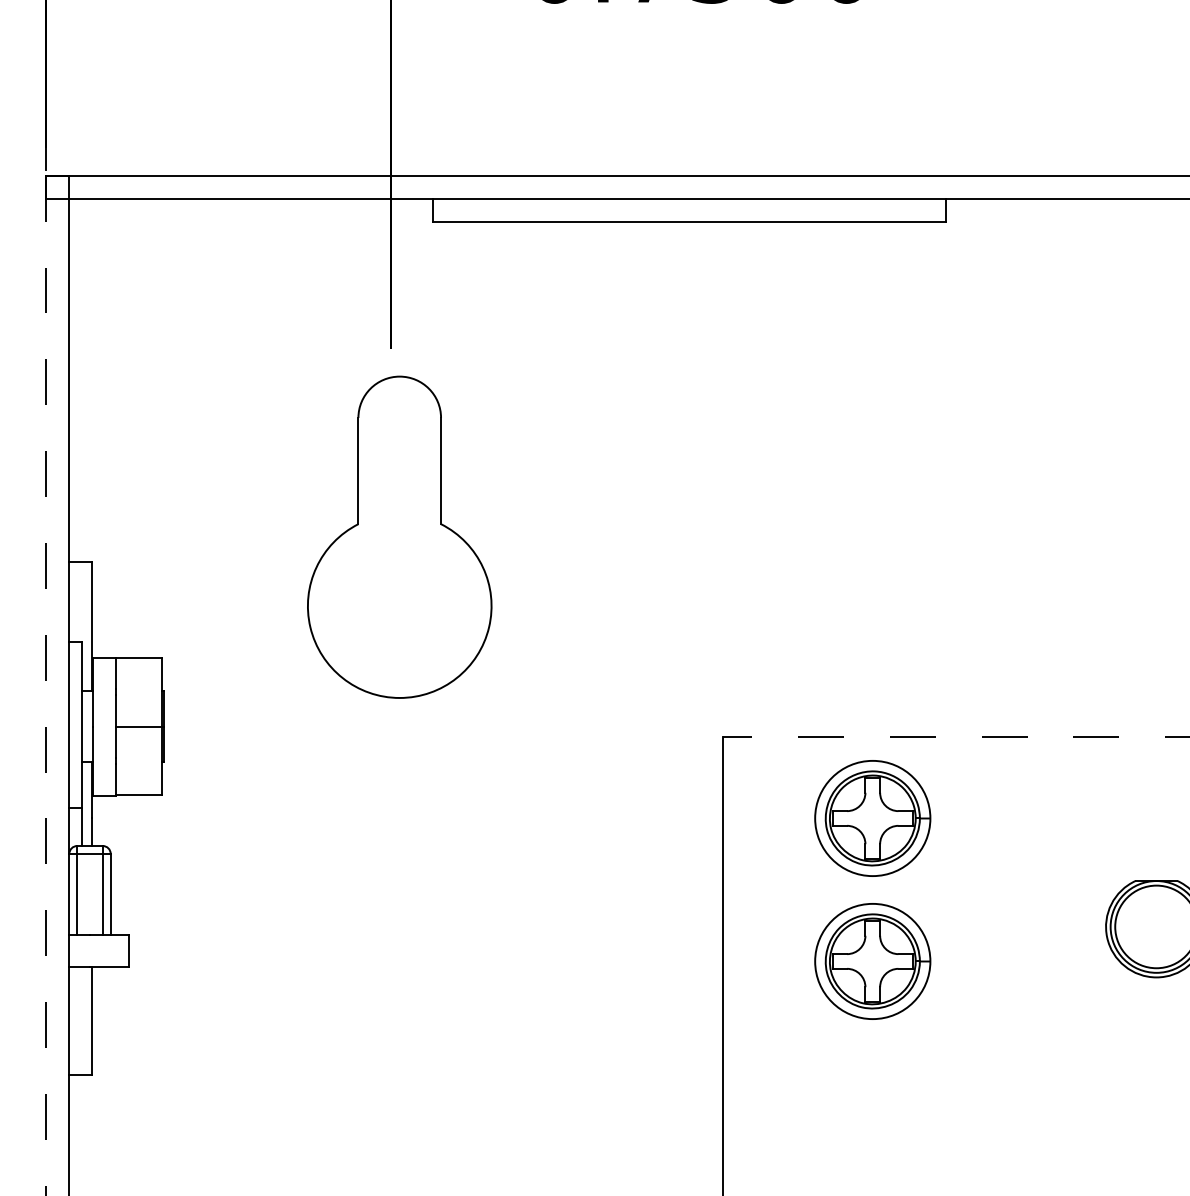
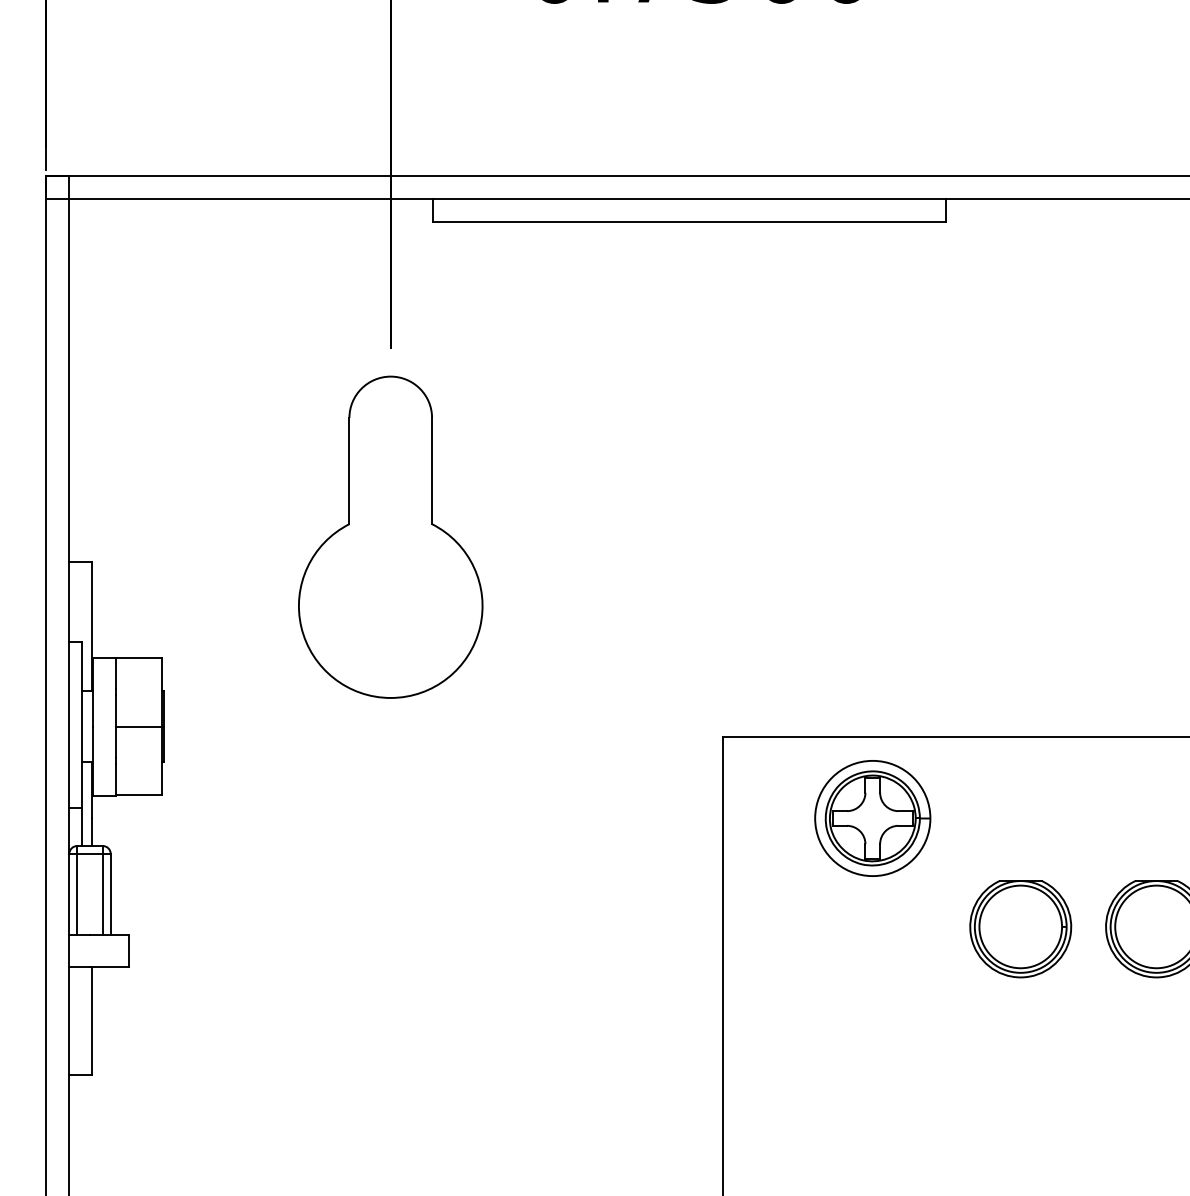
part at (399, 536) position: (399, 536) -> (390, 536)
line at (46, 685): dashed -> solid
line at (955, 737): dashed -> solid
part at (1020, 929): none -> present
part at (872, 961): present -> none
